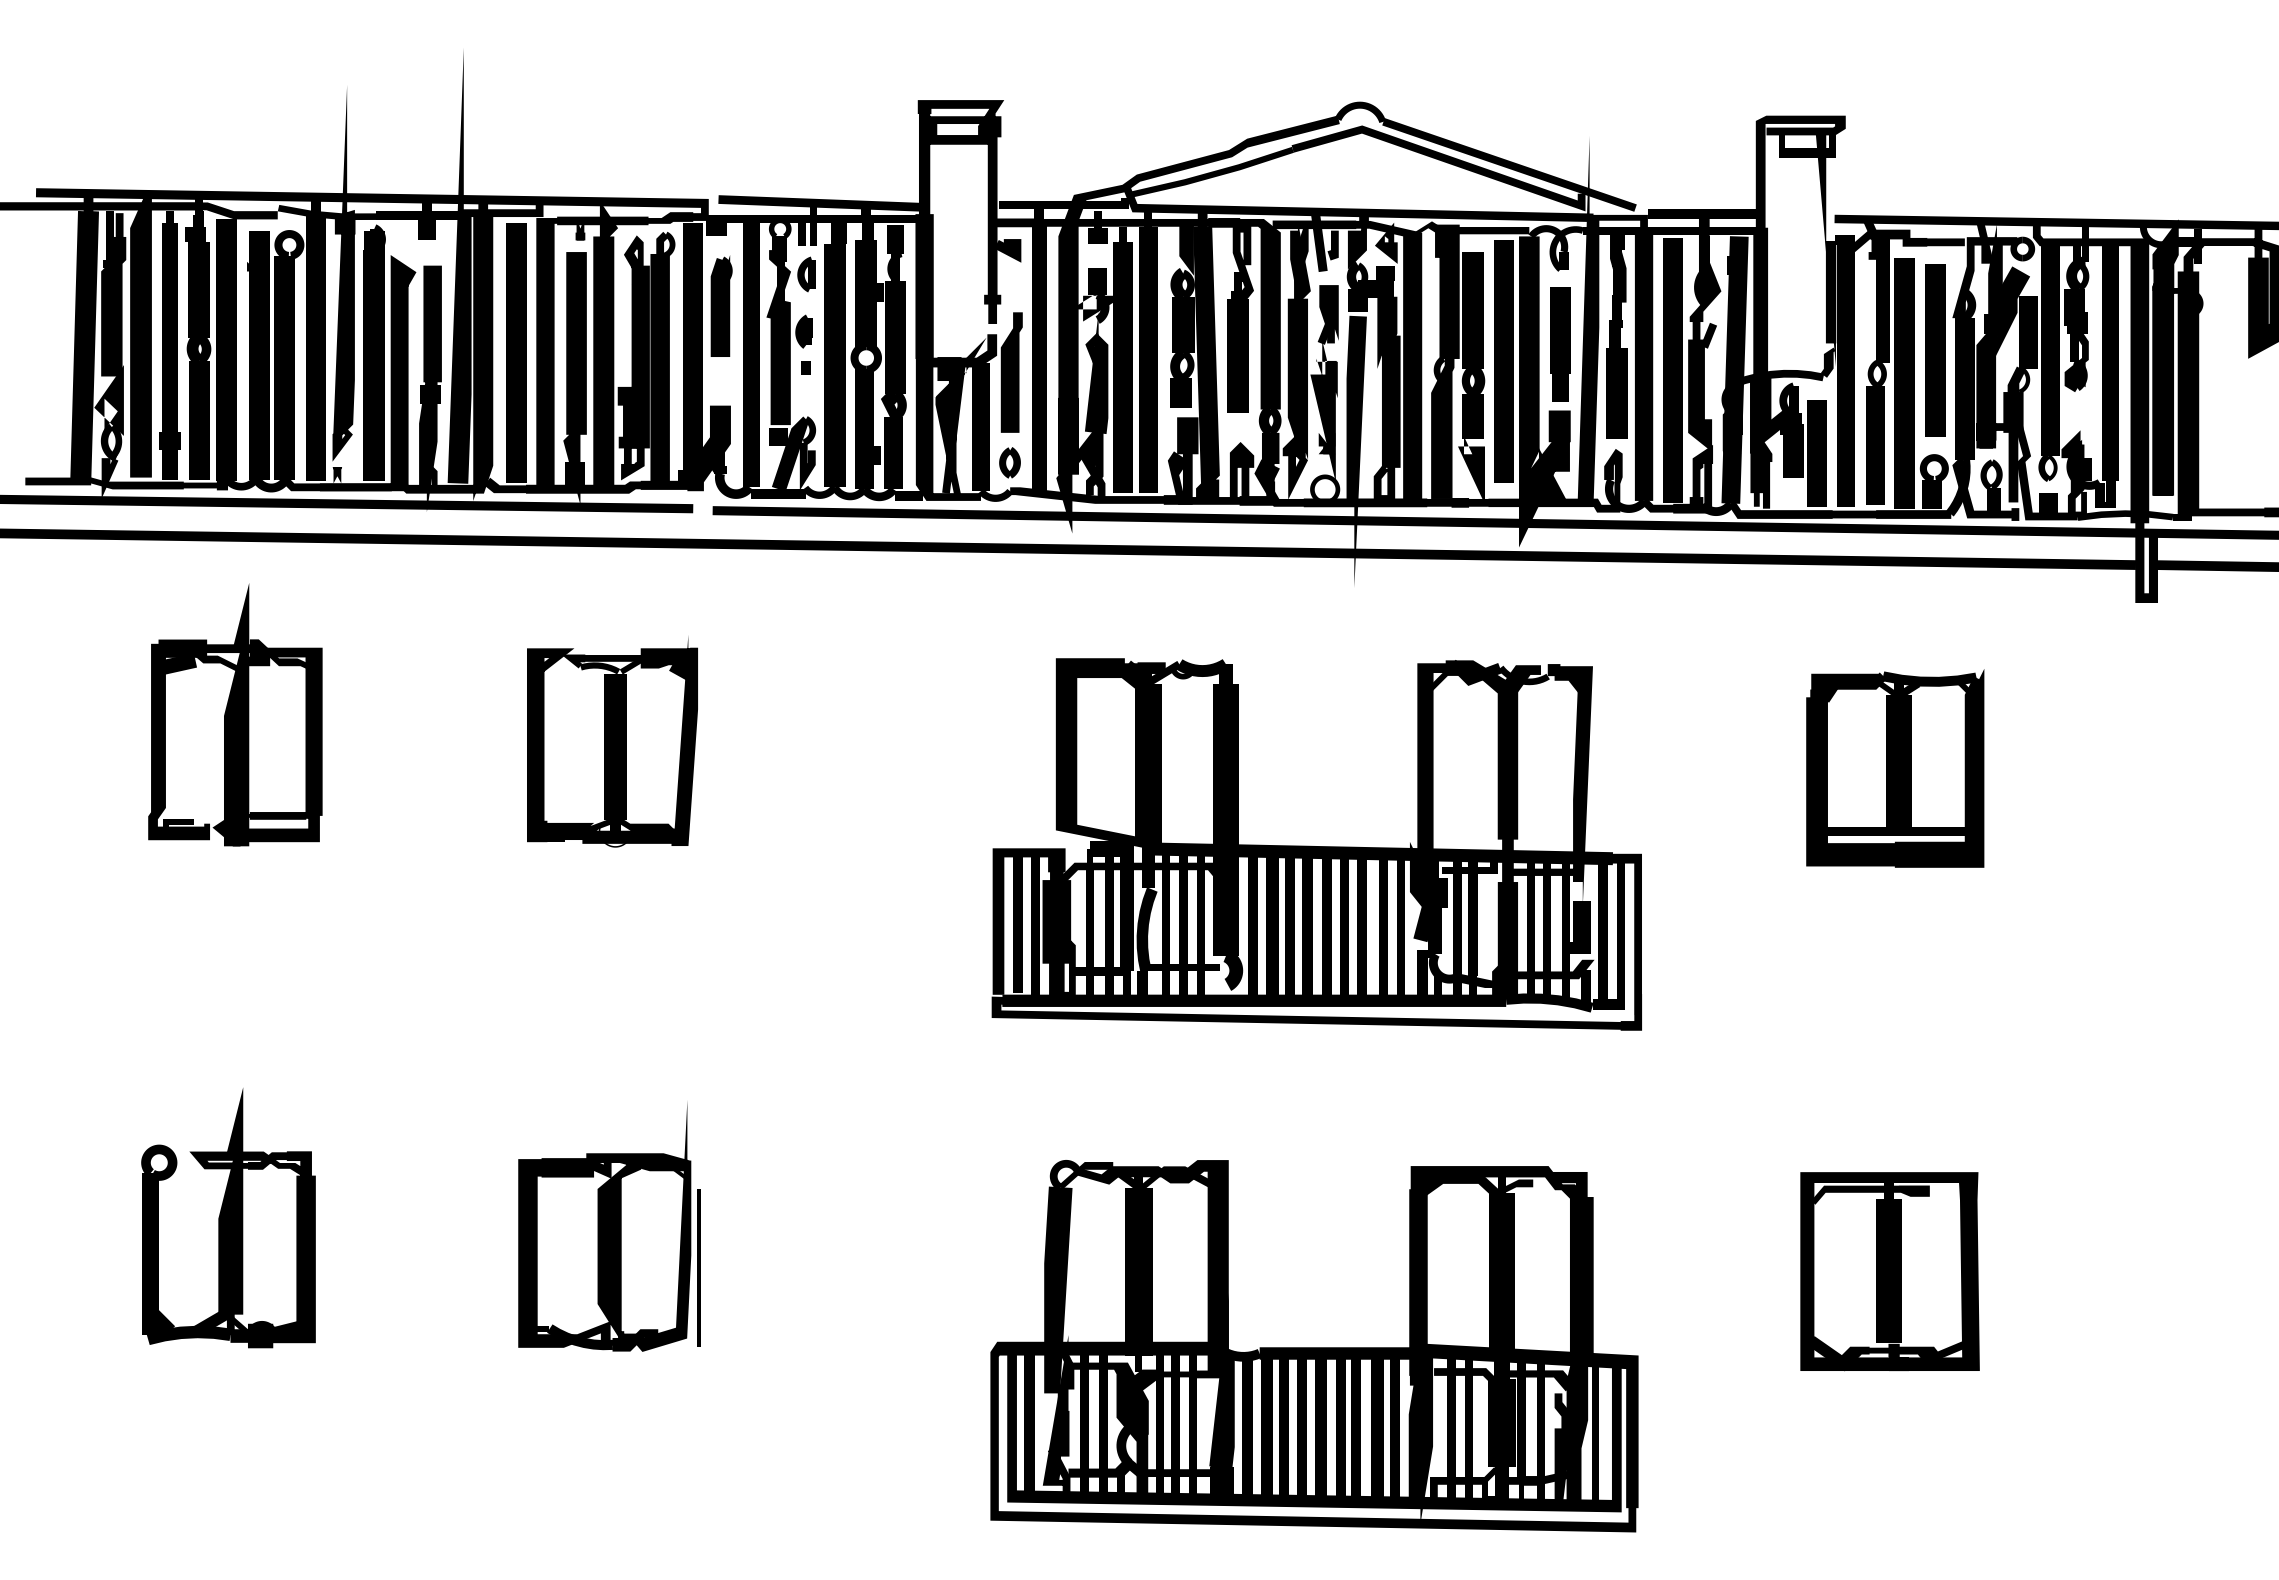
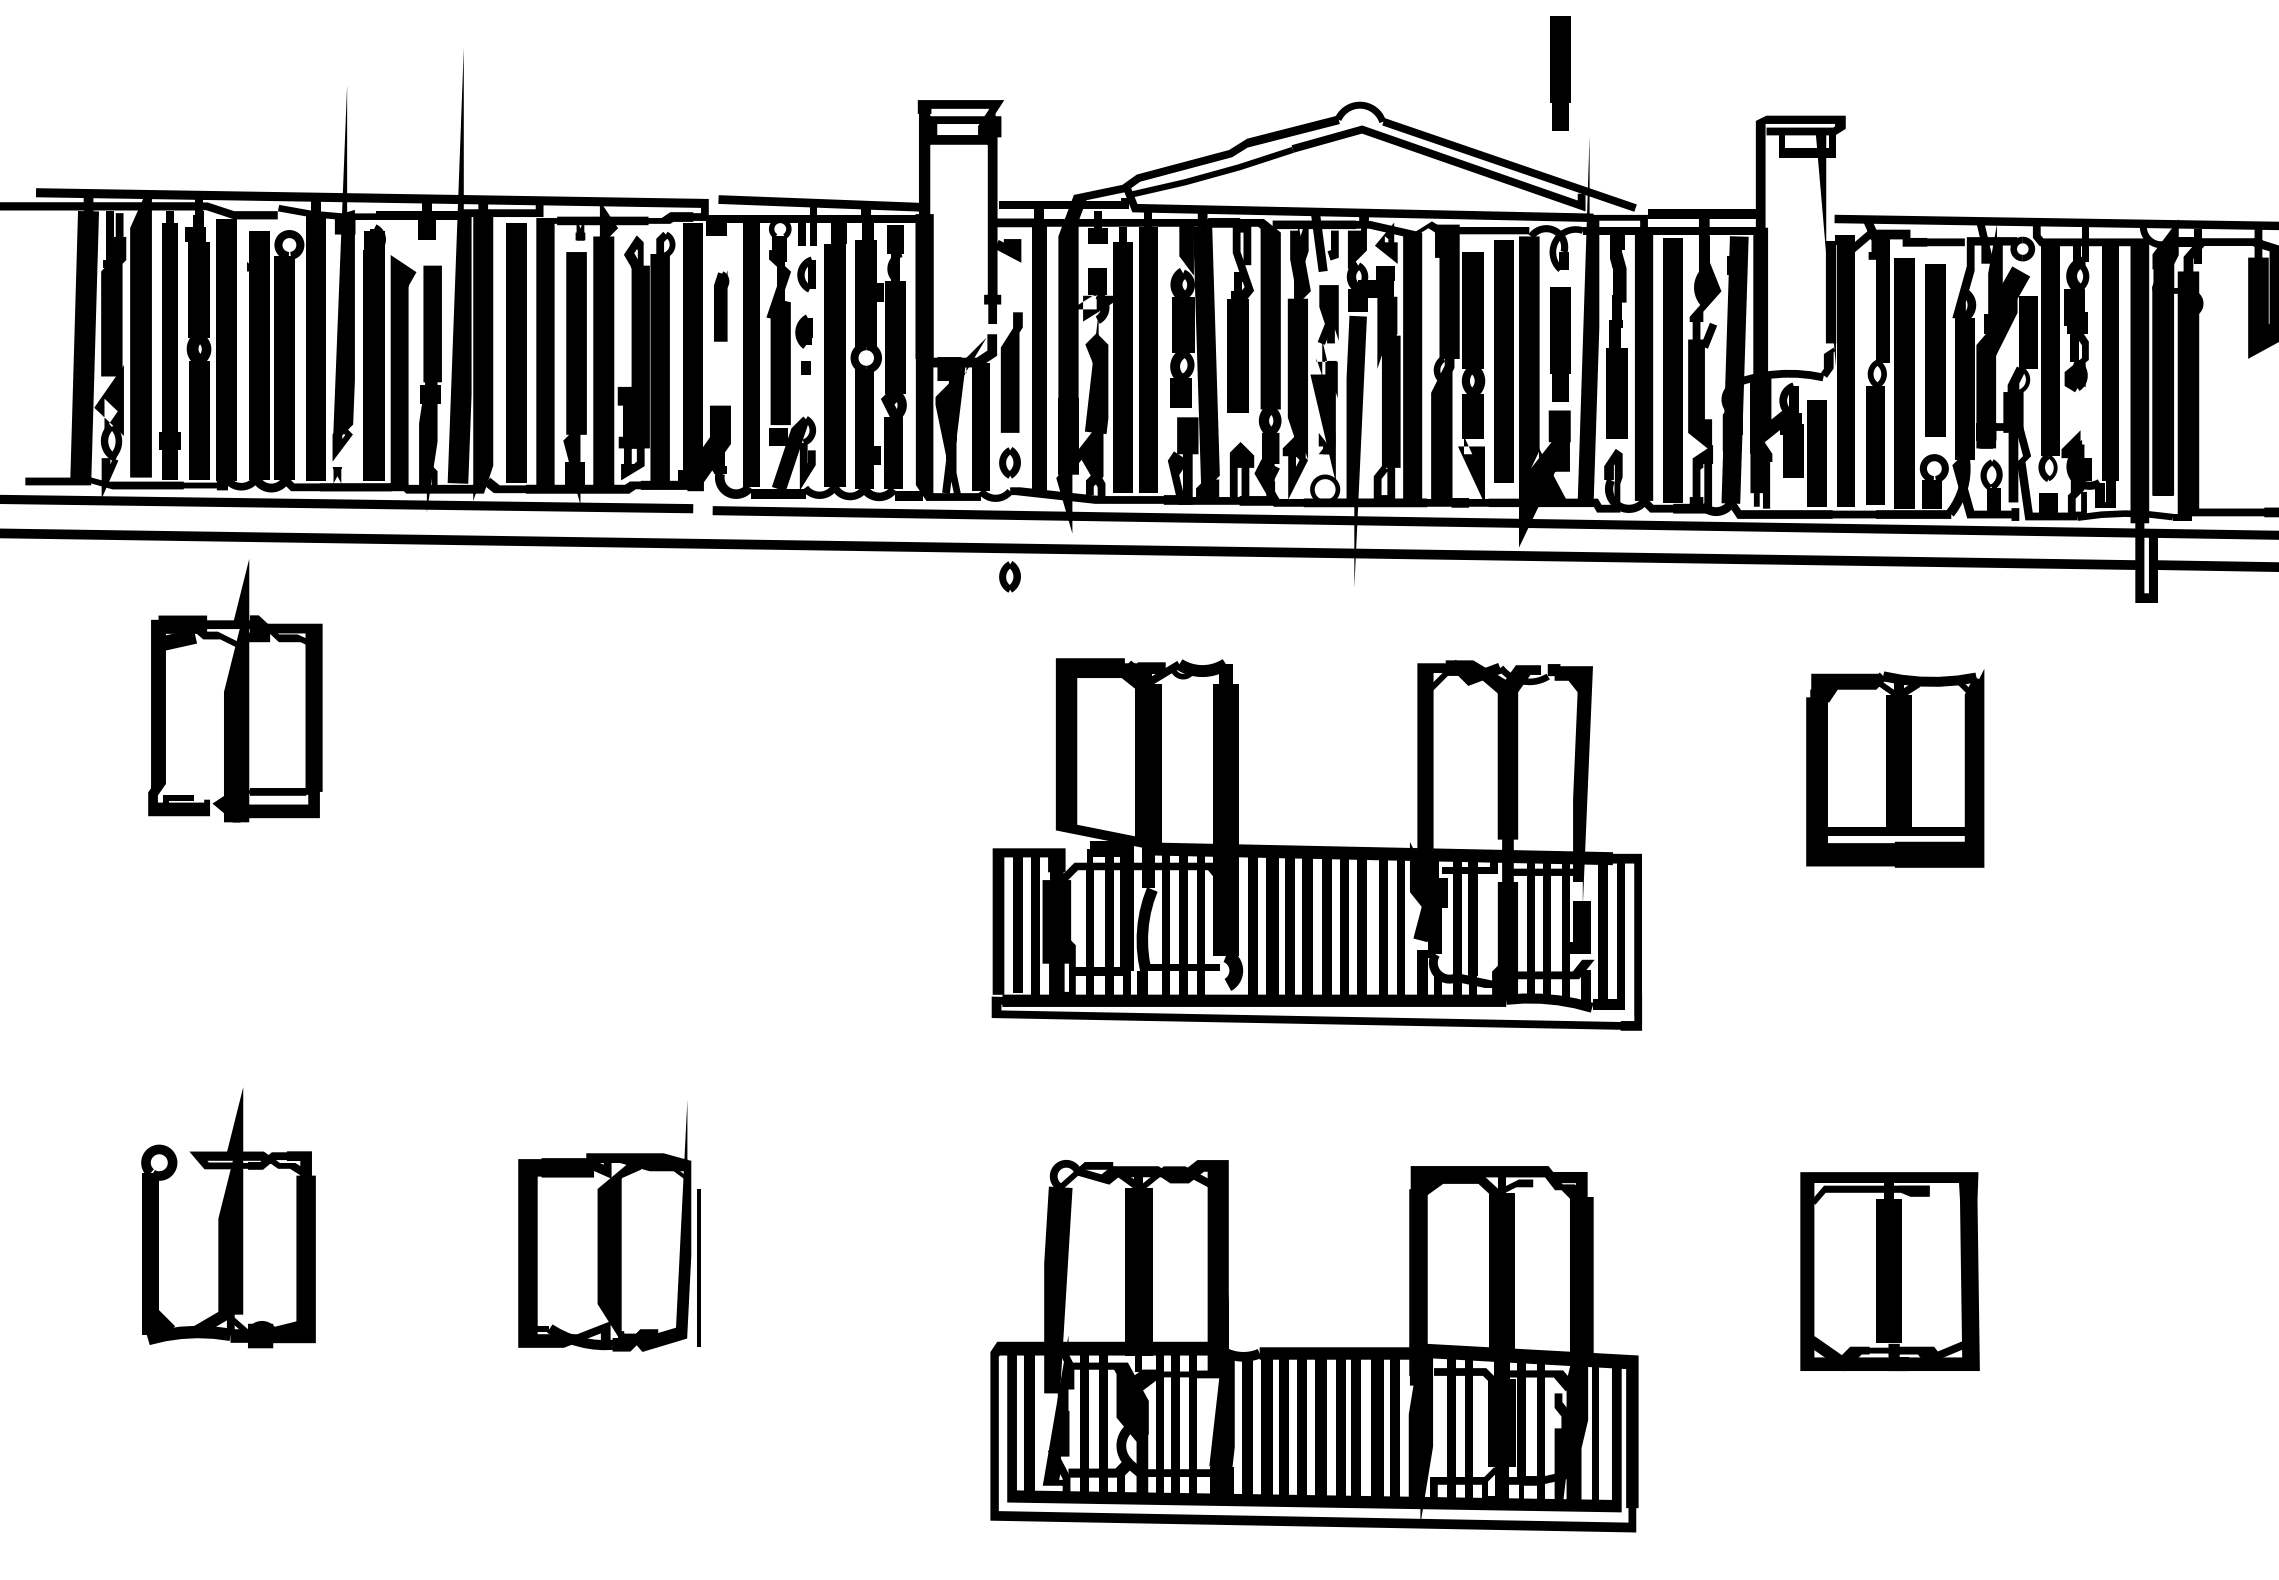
line at (1560, 73): none -> present
part at (721, 305) size: 23x102 px -> 16x71 px
part at (1009, 576): none -> present
part at (235, 714) position: (235, 714) -> (235, 690)
part at (612, 741): present -> none
